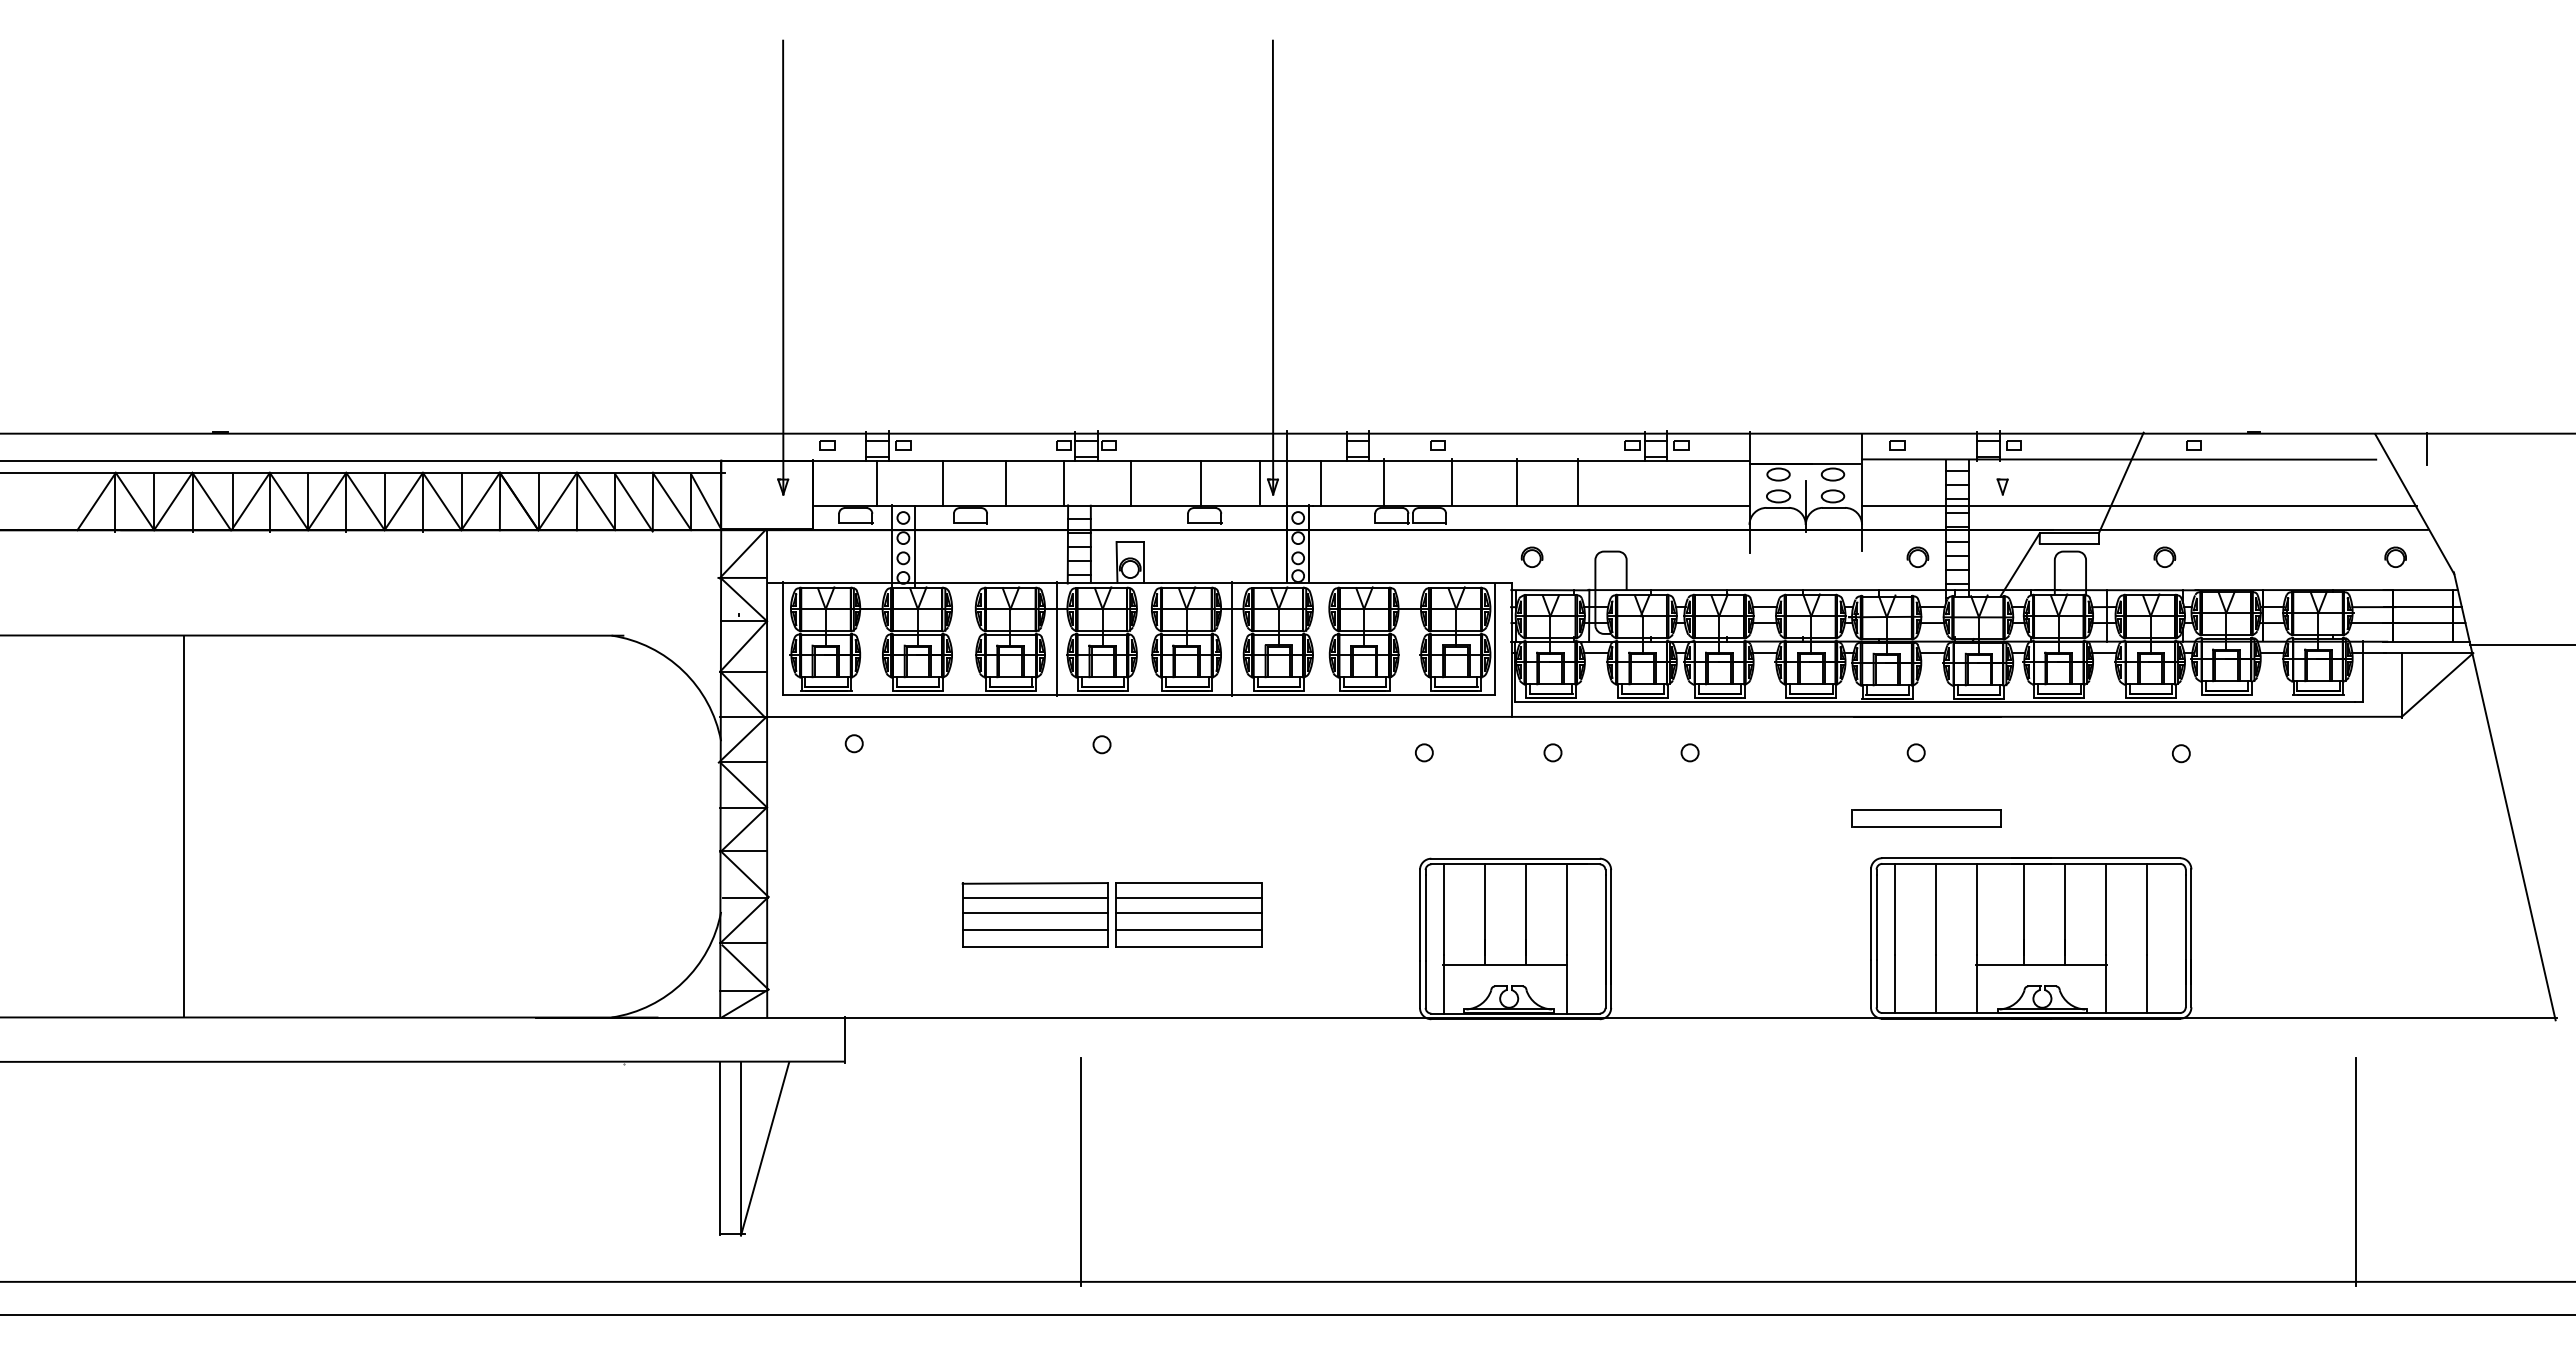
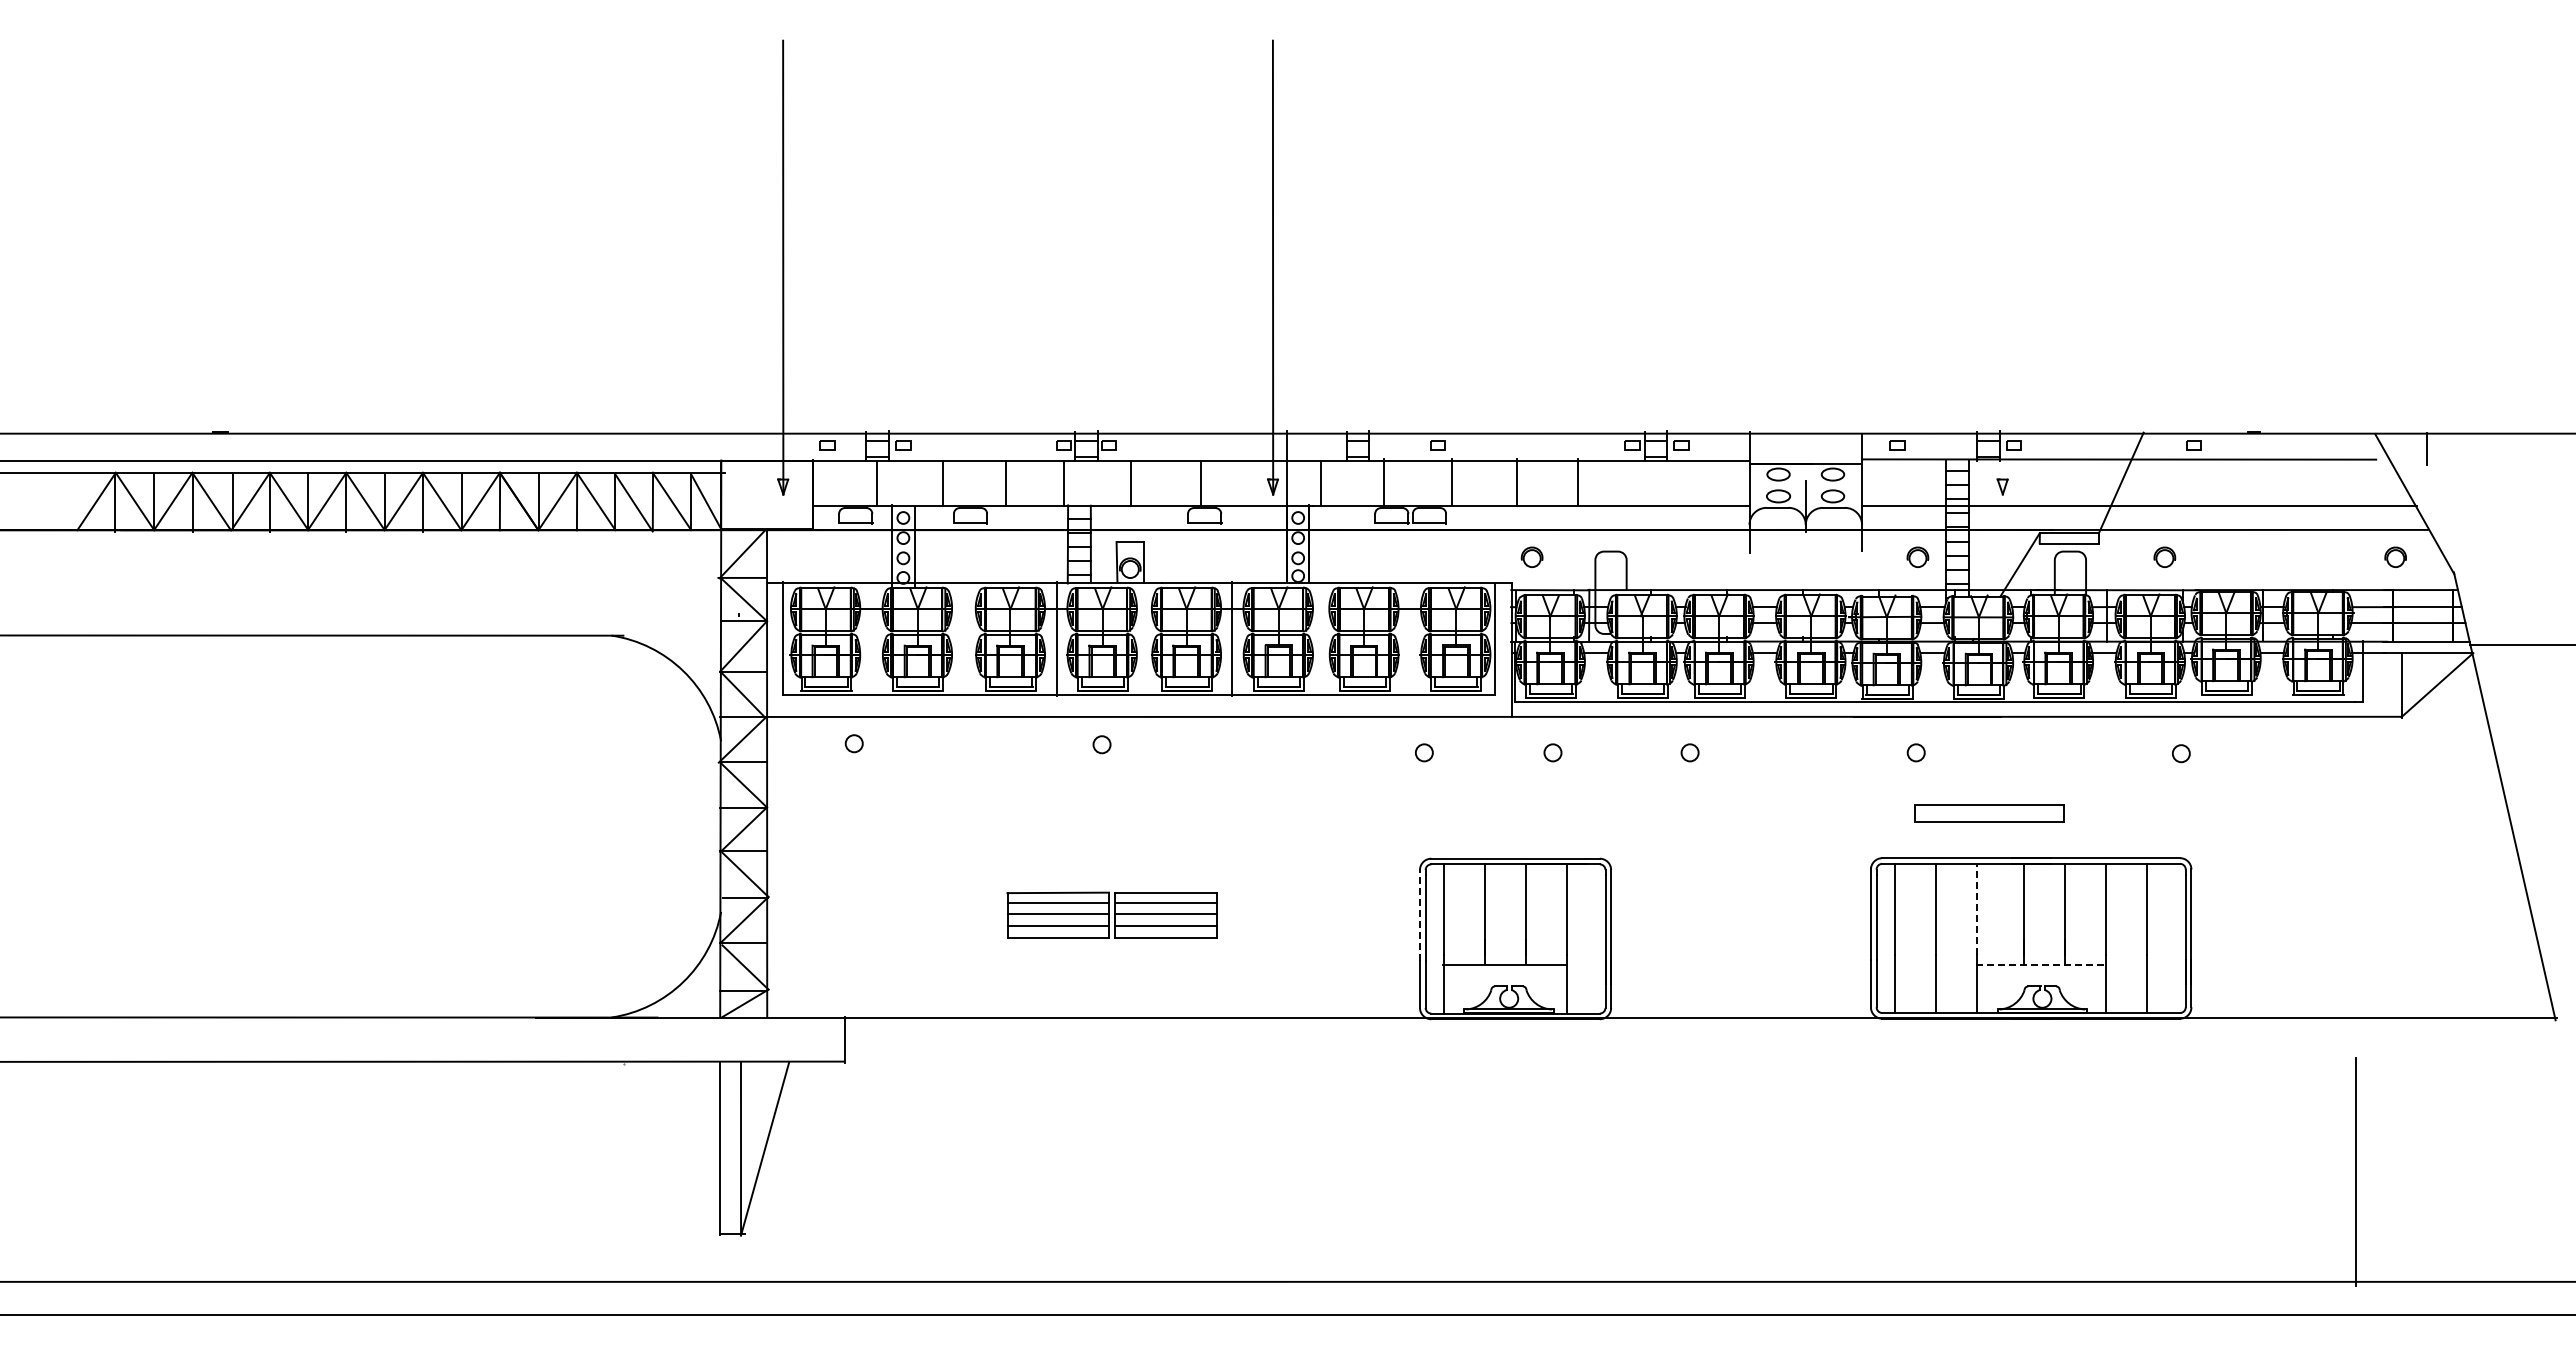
line at (1260, 482): present -> none
part at (1926, 818) position: (1926, 818) -> (1989, 813)
line at (183, 826): present -> none
line at (1976, 908): solid -> dashed
part at (1111, 914) size: 302x66 px -> 212x48 px
line at (1419, 914): solid -> dashed
line at (2041, 964): solid -> dashed
line at (1081, 1171): present -> none
